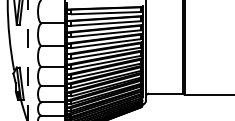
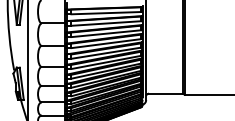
line at (28, 60): dashed -> solid
